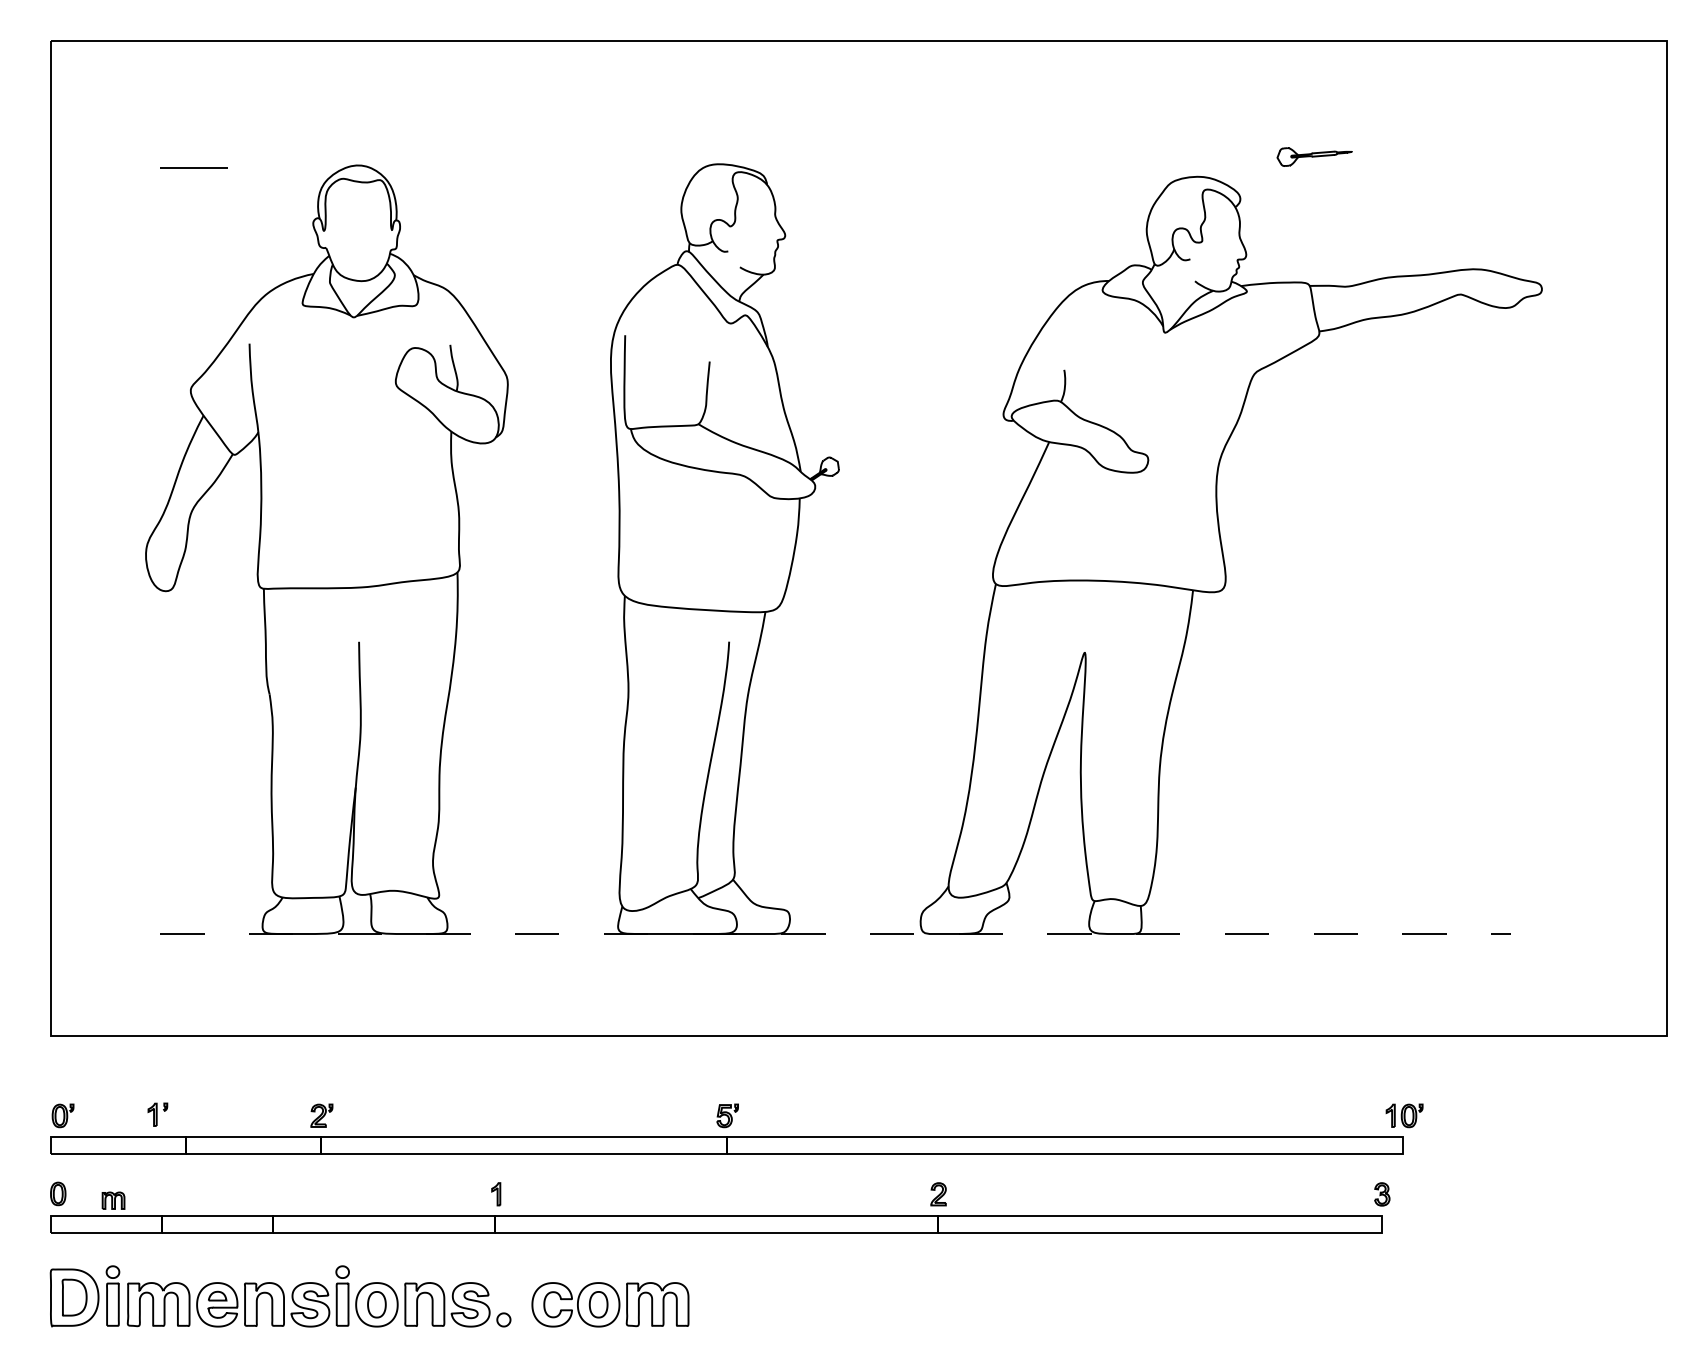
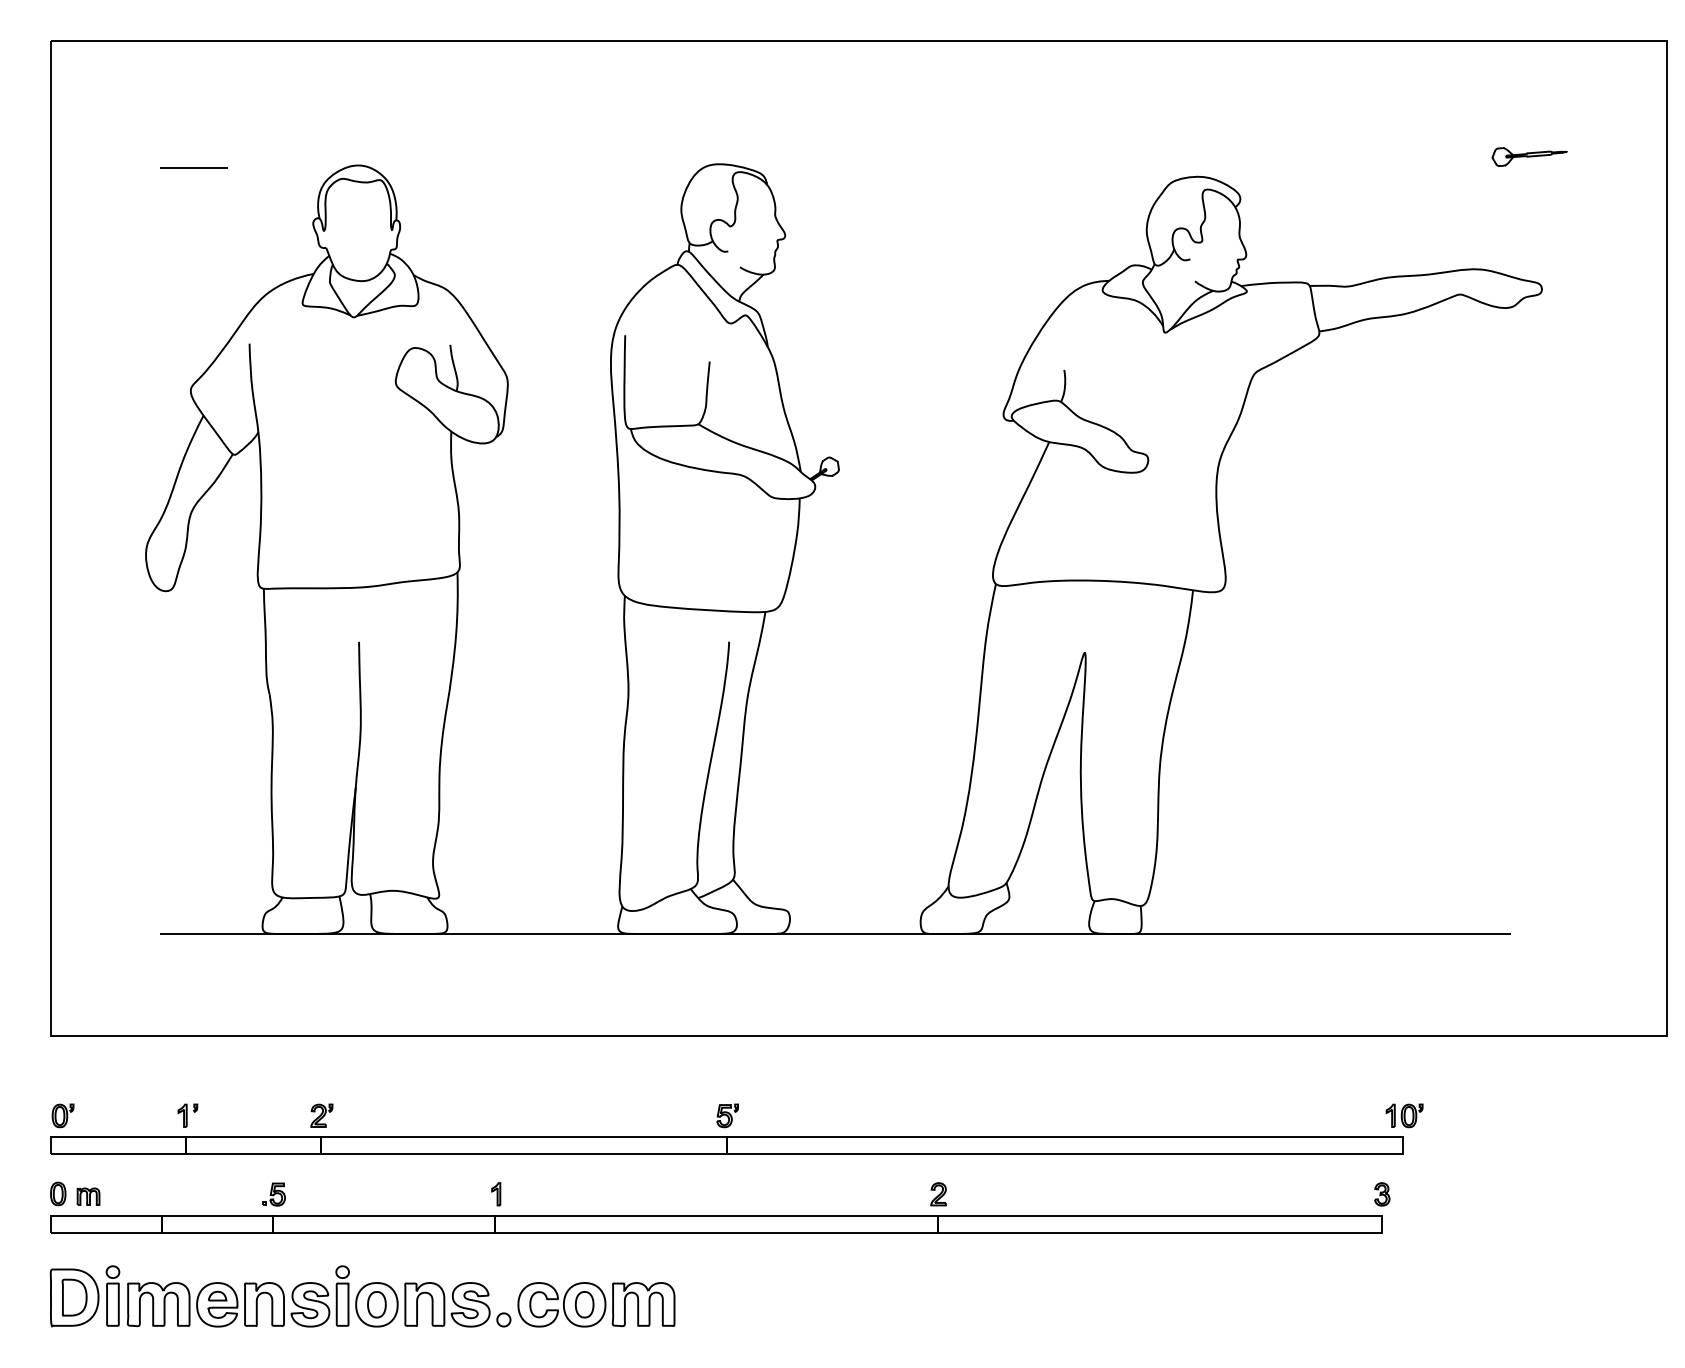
part at (1314, 156) position: (1314, 156) -> (1529, 156)
line at (835, 933): dashed -> solid
part at (157, 1114) position: (157, 1114) -> (187, 1115)
part at (273, 1194): none -> present
part at (113, 1200) position: (113, 1200) -> (88, 1196)
part at (610, 1304) position: (610, 1304) -> (596, 1304)
